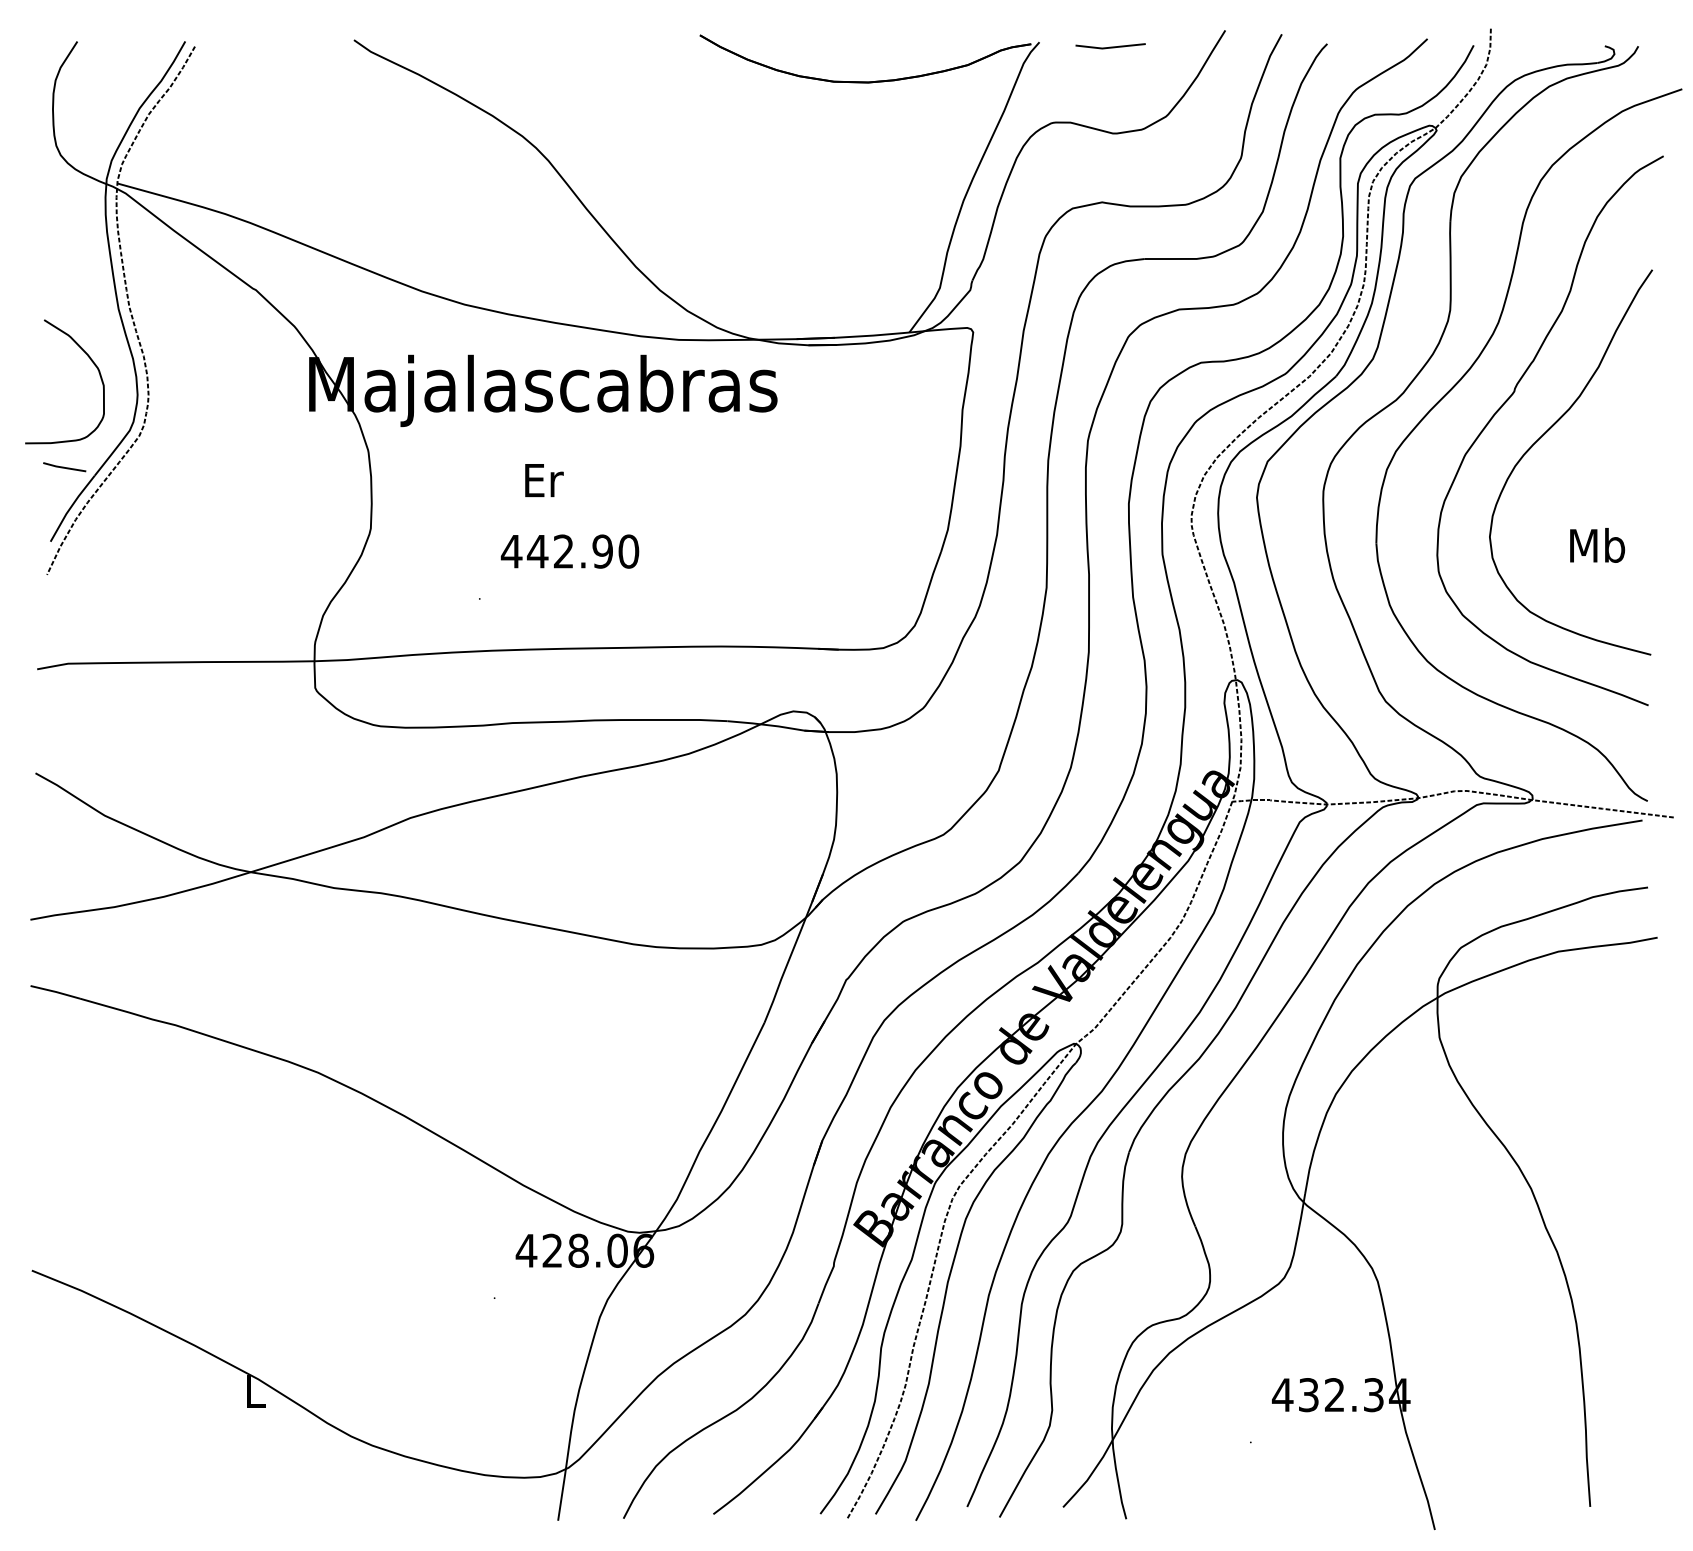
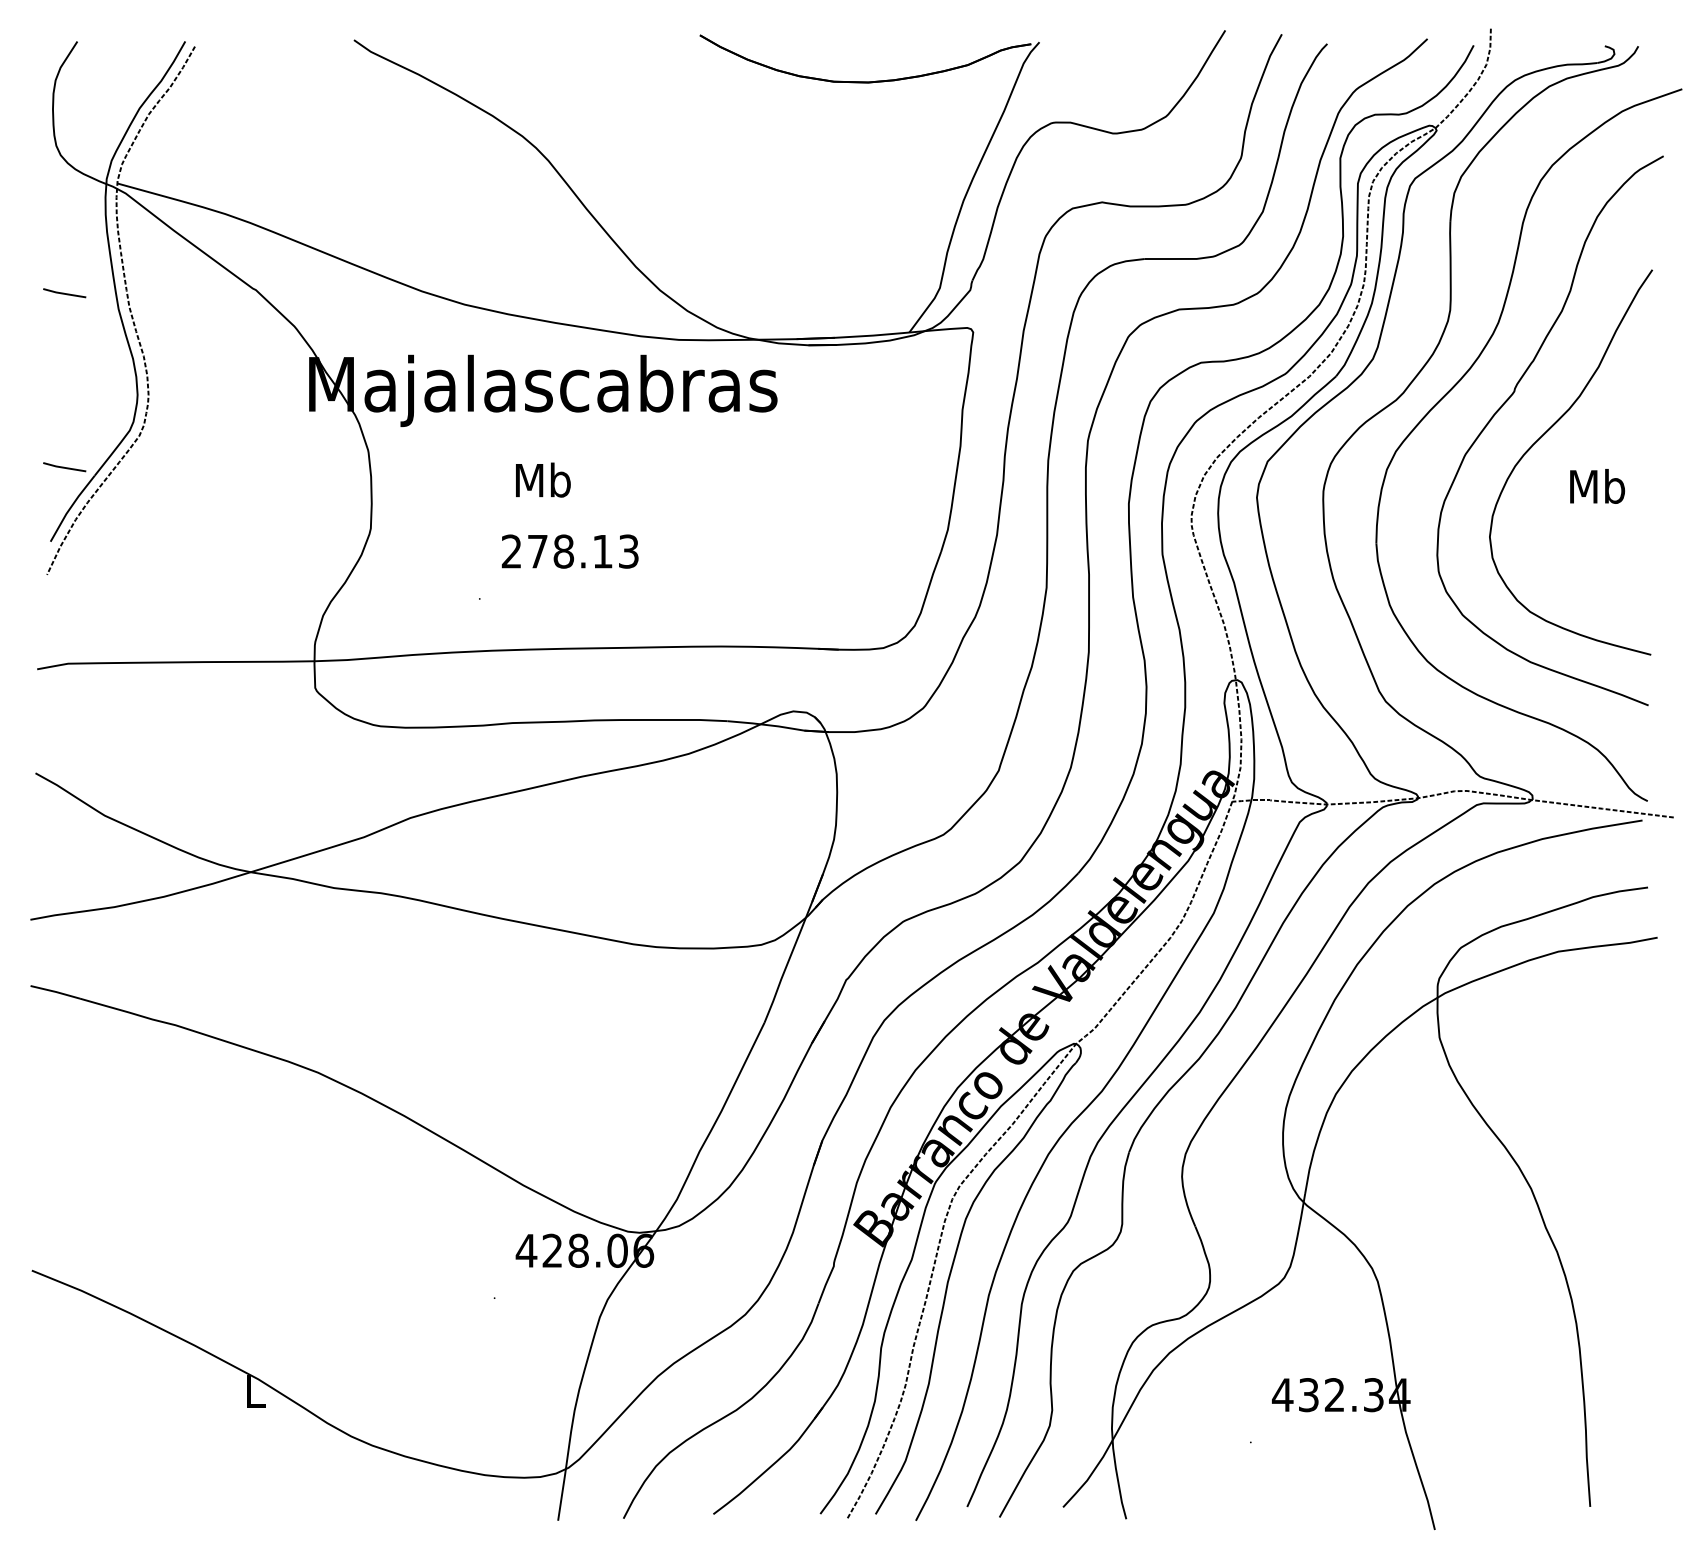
line at (1110, 46): present -> none
line at (64, 293): none -> present
curve at (90, 360): present -> none
text at (543, 479): Er -> Mb
text at (1597, 545) position: (1597, 545) -> (1597, 486)
text at (569, 551): 442.90 -> 278.13
